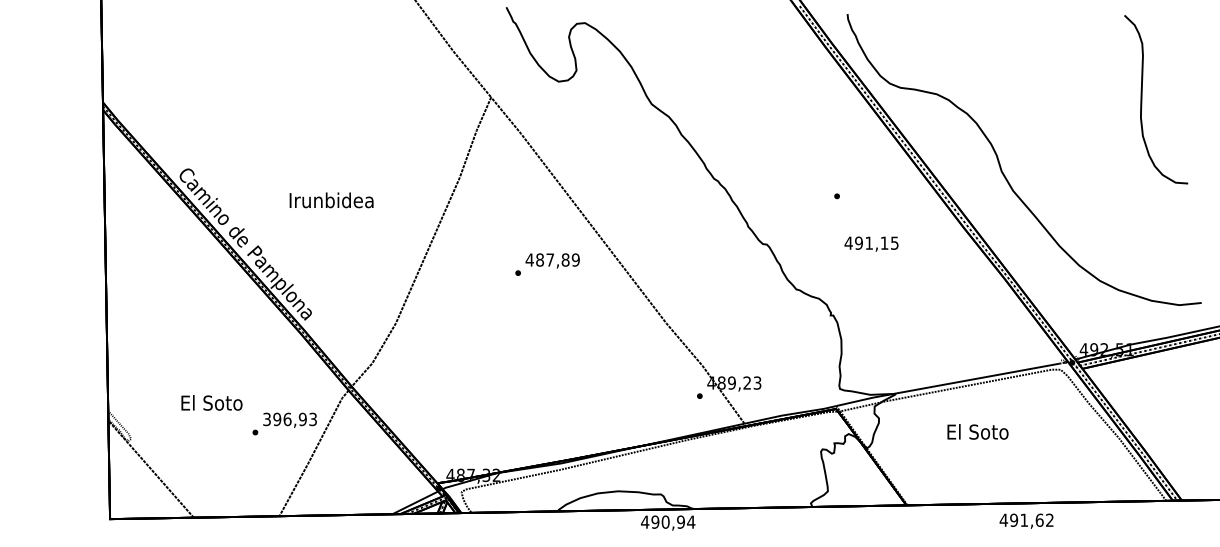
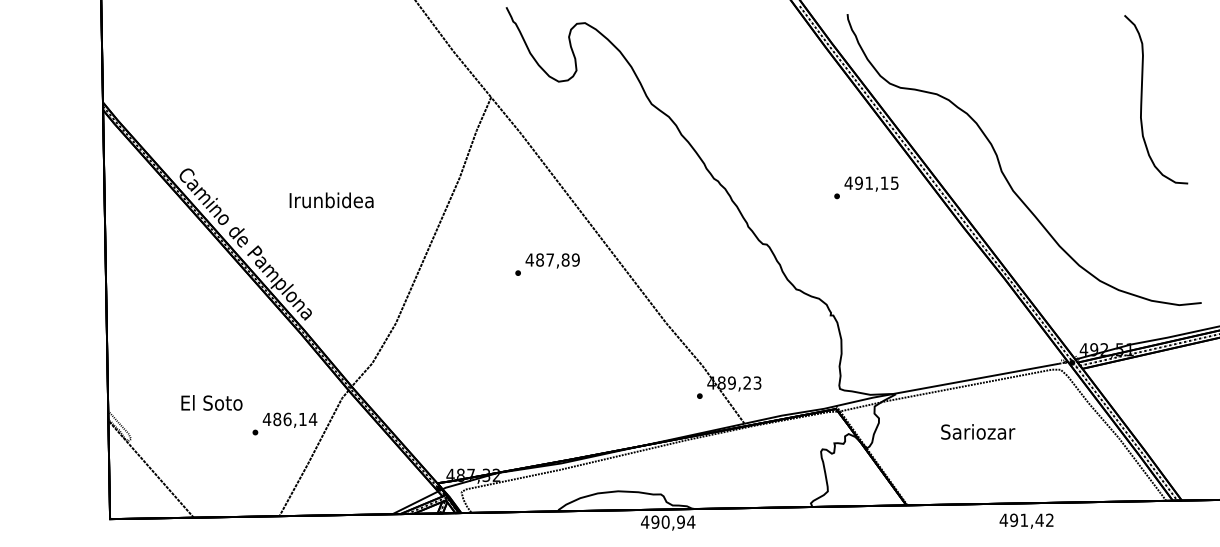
text at (871, 243) position: (871, 243) -> (871, 183)
text at (289, 419): 396,93 -> 486,14
text at (978, 431): El Soto -> Sariozar
text at (1039, 519): 491,62 -> 491,42
